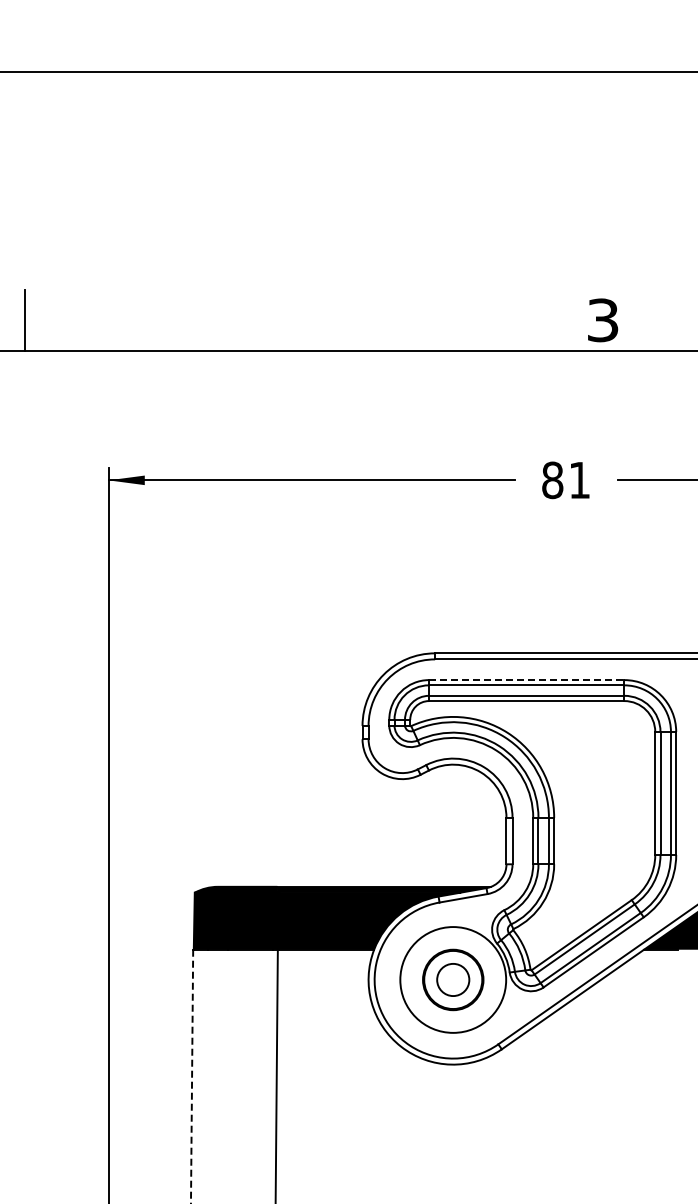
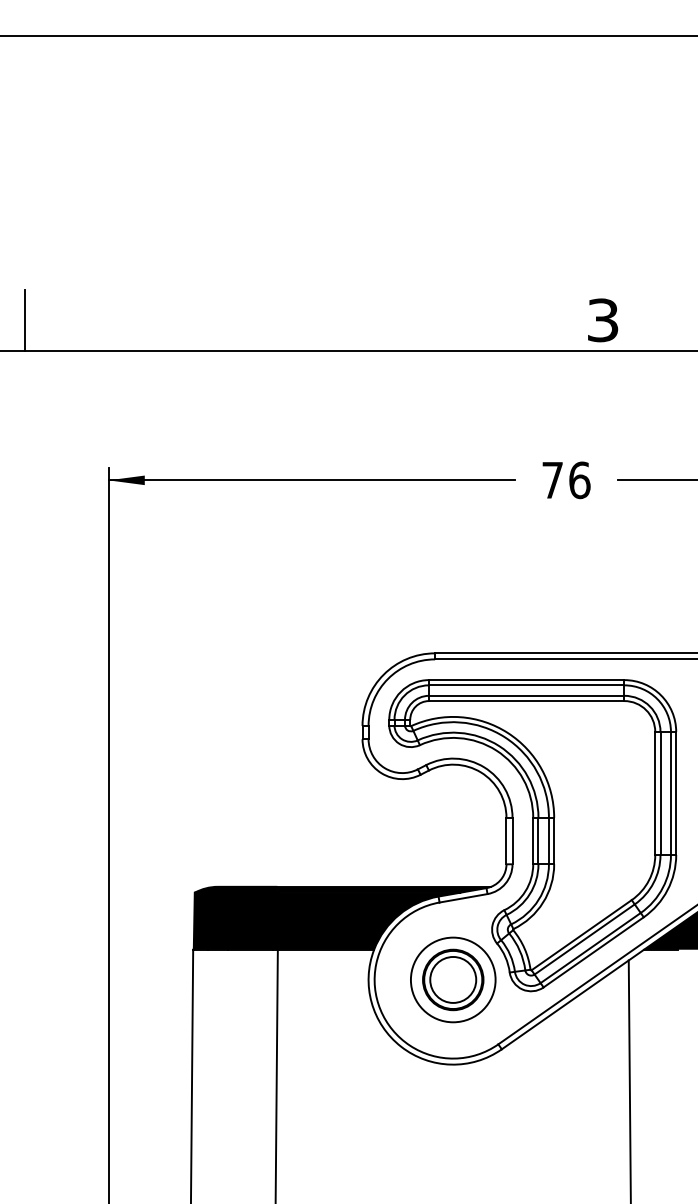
line at (348, 72) position: (348, 72) -> (348, 36)
text at (566, 480): 81 -> 76
line at (526, 680): dashed -> solid
circle at (453, 979) diameter: 106 px -> 85 px
circle at (453, 979) diameter: 32 px -> 46 px
line at (192, 1076): dashed -> solid
line at (629, 1080): none -> present
